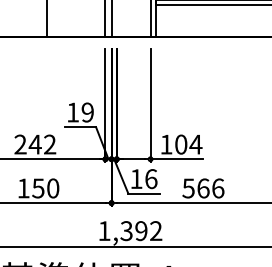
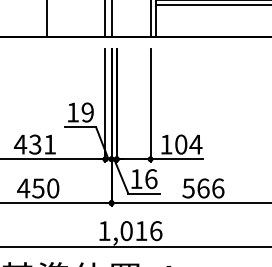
text at (34, 144): 242 -> 431
text at (23, 188): 150 -> 450
text at (141, 231): 1,392 -> 1,016
